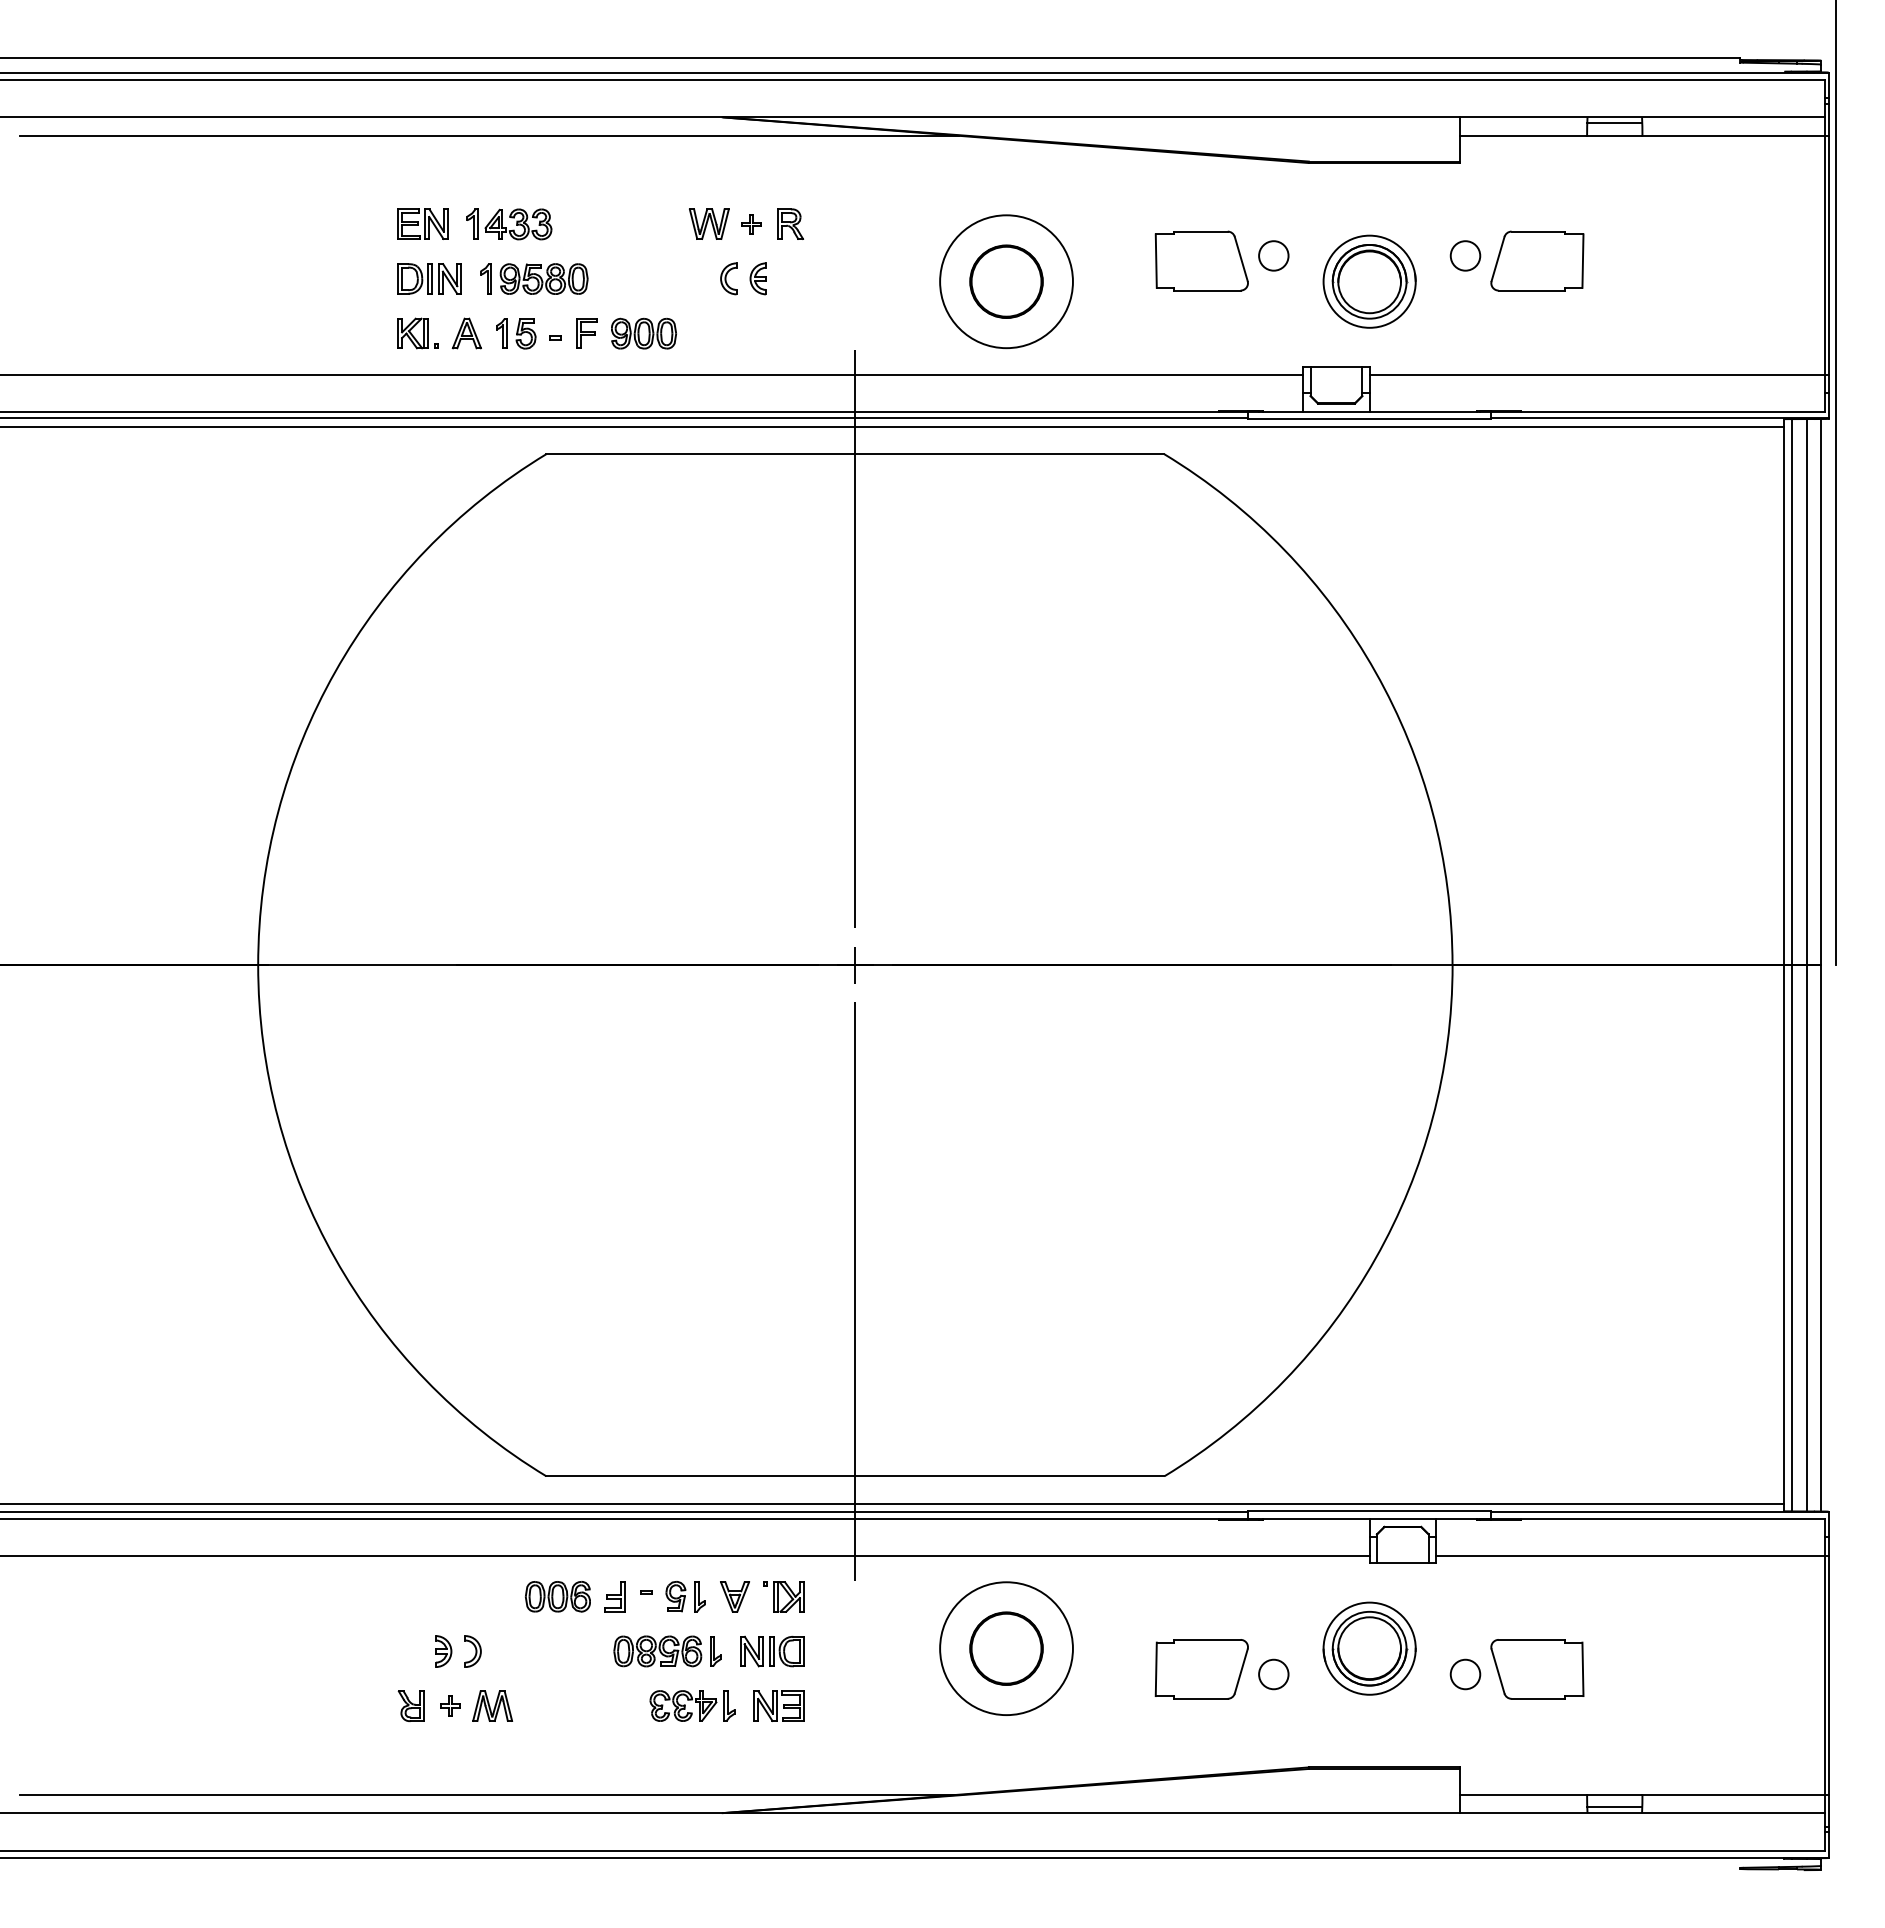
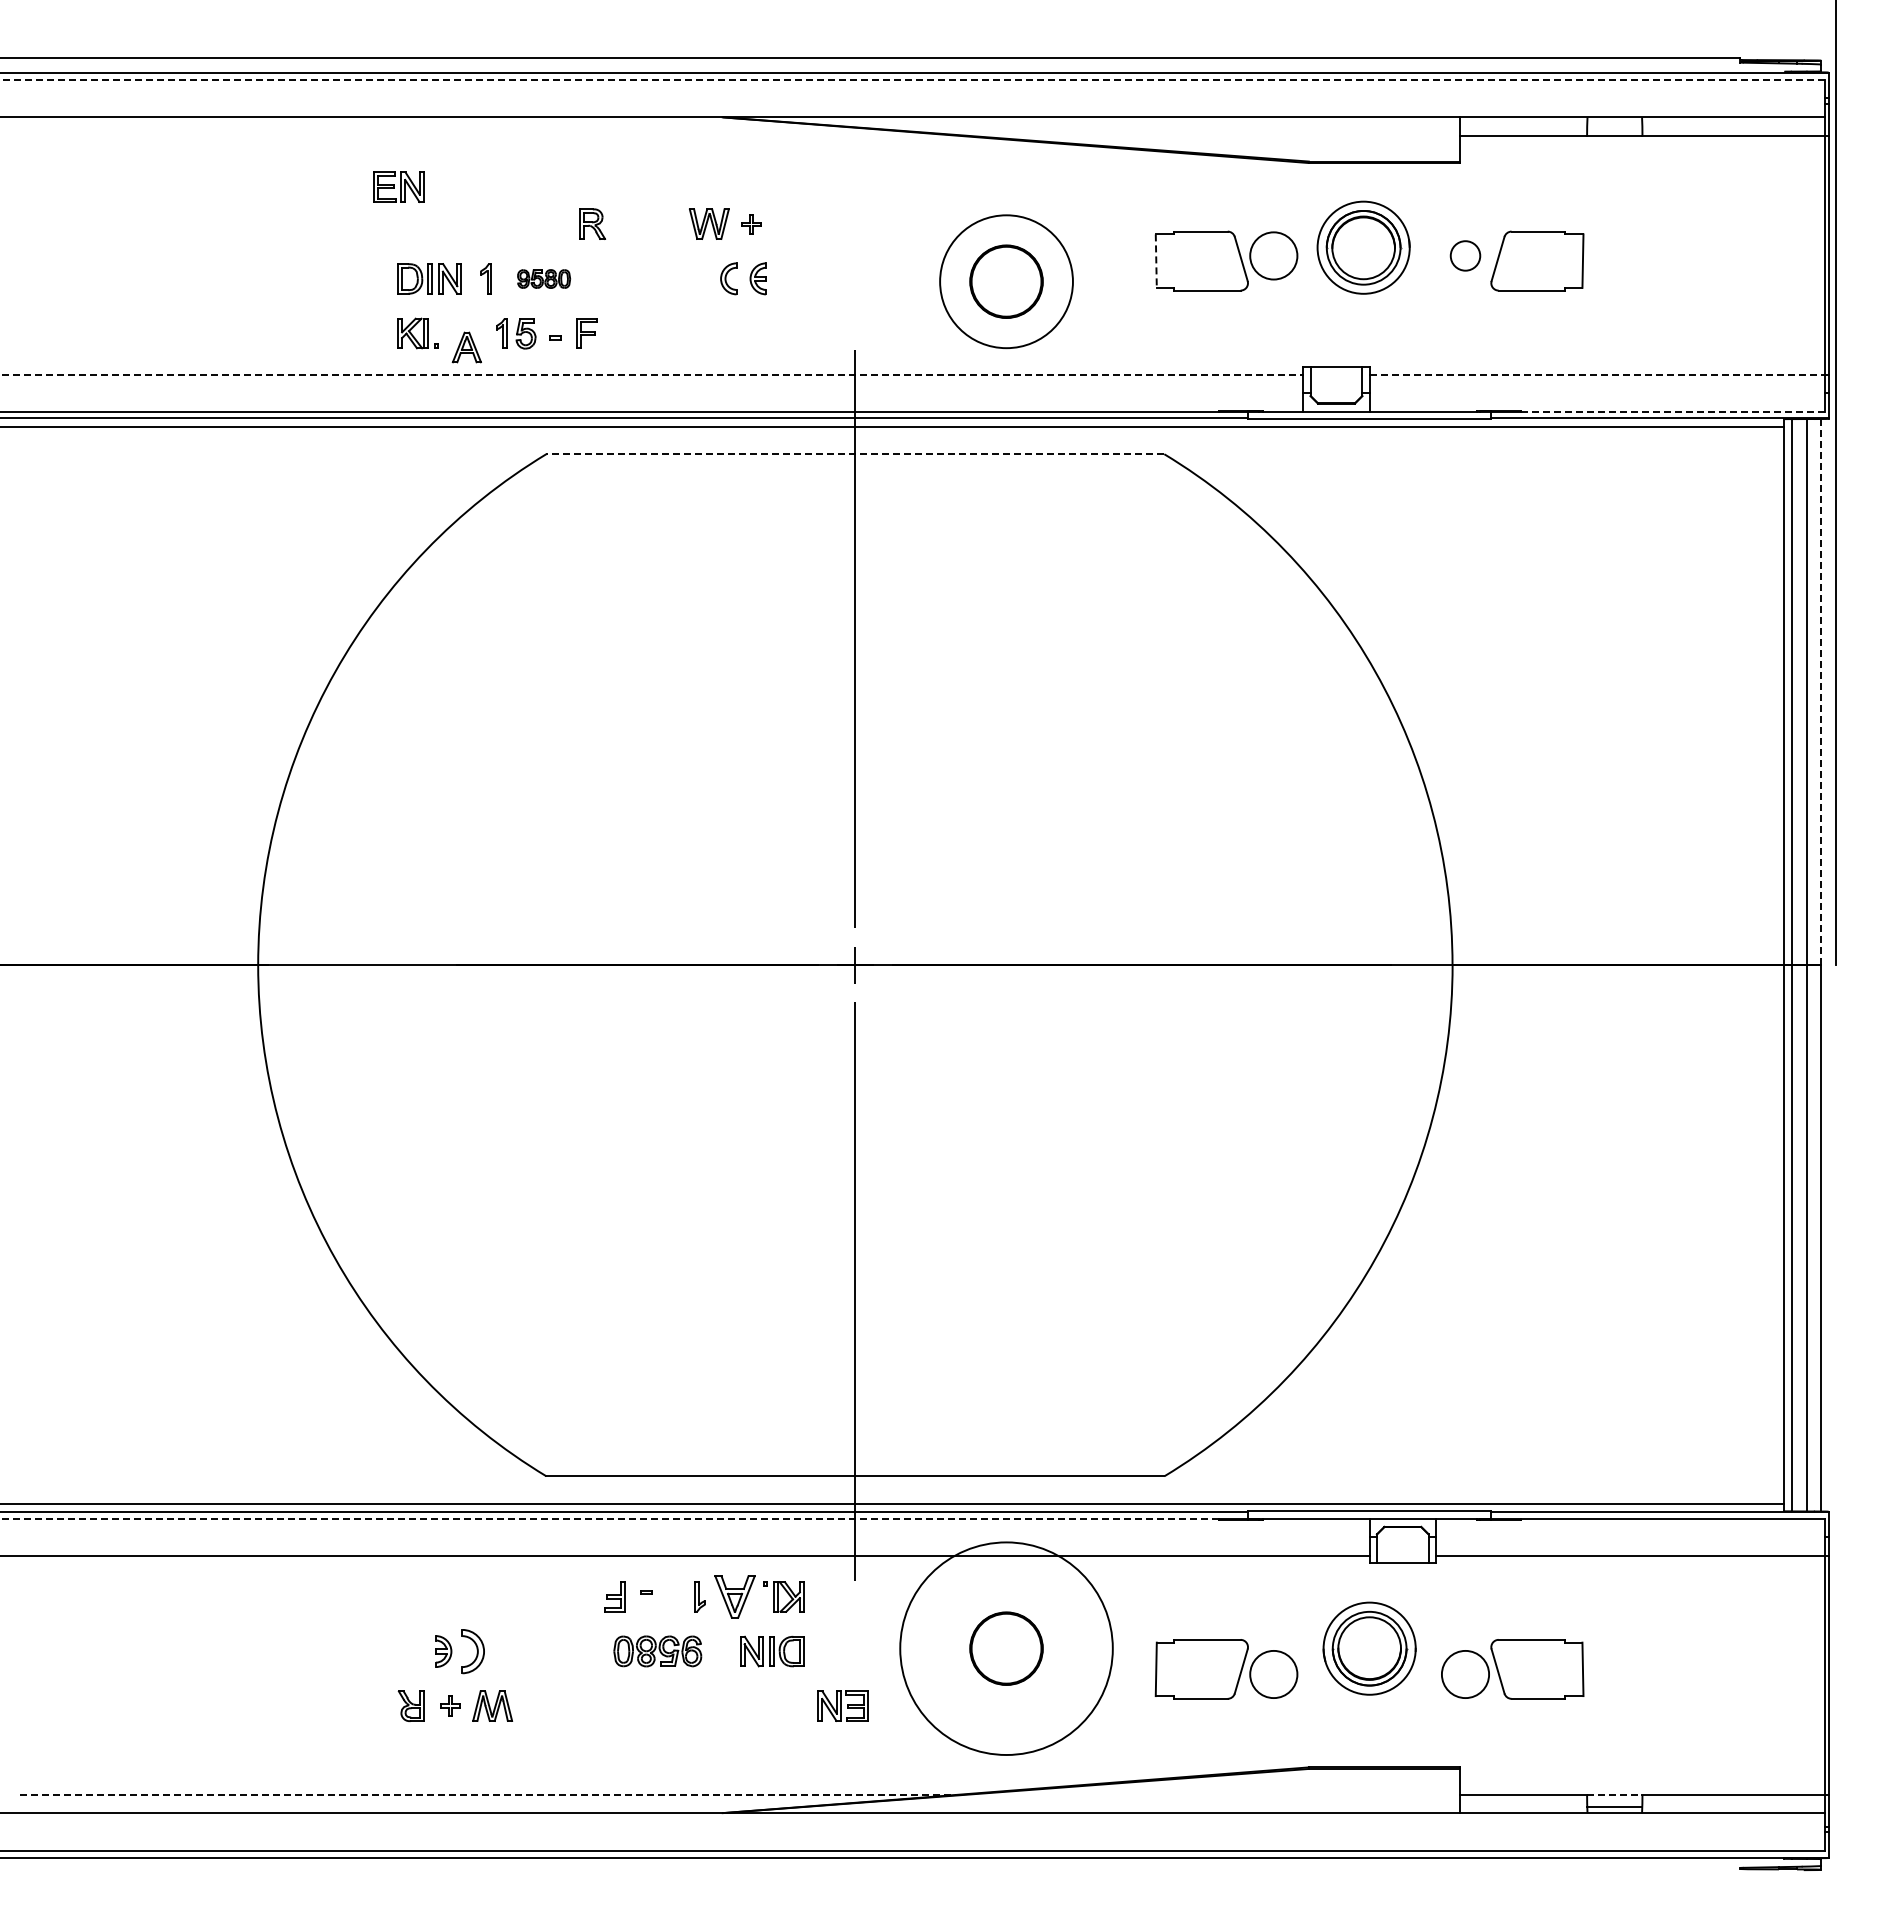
line at (912, 79): solid -> dashed
line at (1614, 123): present -> none
line at (489, 135): present -> none
part at (422, 223) position: (422, 223) -> (398, 186)
part at (790, 223) position: (790, 223) -> (592, 223)
part at (509, 224): present -> none
circle at (1273, 255) diameter: 29 px -> 47 px
line at (1156, 261): solid -> dashed
part at (543, 278) size: 90x32 px -> 55x20 px
part at (1369, 281) position: (1369, 281) -> (1363, 247)
part at (466, 333) position: (466, 333) -> (466, 347)
part at (643, 333): present -> none
line at (652, 374): solid -> dashed
line at (1597, 374): solid -> dashed
line at (1673, 411): solid -> dashed
line at (855, 454): solid -> dashed
line at (1821, 691): solid -> dashed
line at (609, 1518): solid -> dashed
part at (557, 1596): present -> none
part at (675, 1596): present -> none
part at (734, 1596) size: 30x32 px -> 42x44 px
circle at (1006, 1648) diameter: 133 px -> 213 px
part at (472, 1651) size: 18x33 px -> 24x46 px
part at (715, 1651): present -> none
circle at (1273, 1674) diameter: 29 px -> 47 px
circle at (1465, 1674) diameter: 29 px -> 47 px
part at (692, 1705): present -> none
part at (778, 1705) position: (778, 1705) -> (842, 1705)
line at (490, 1794): solid -> dashed
line at (1614, 1794): solid -> dashed
